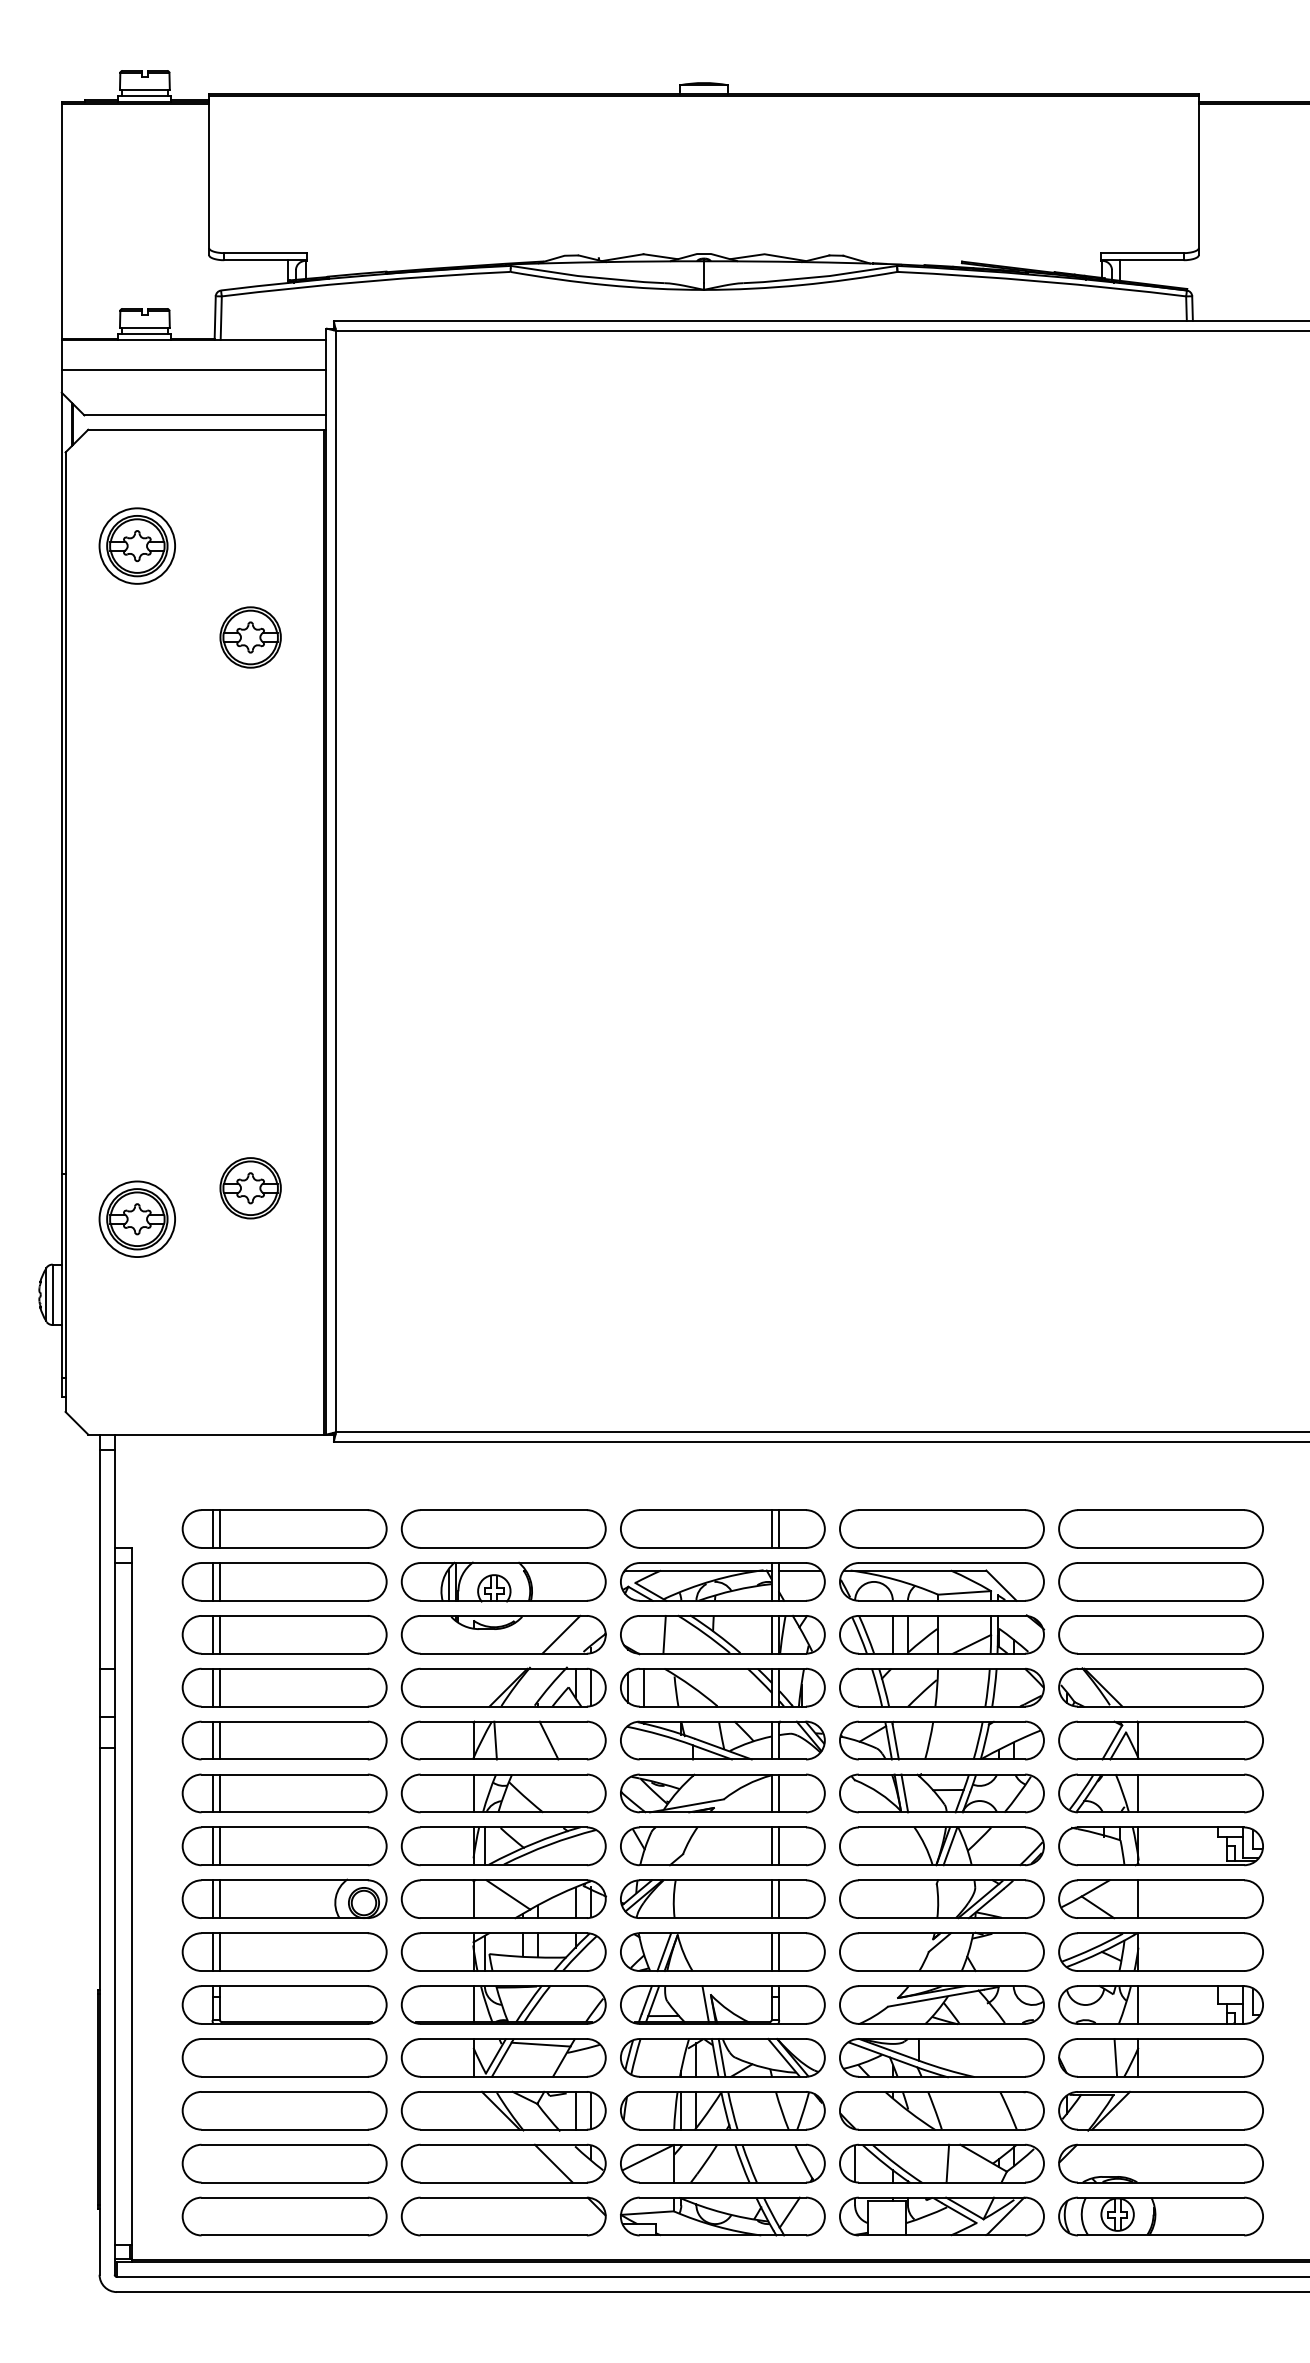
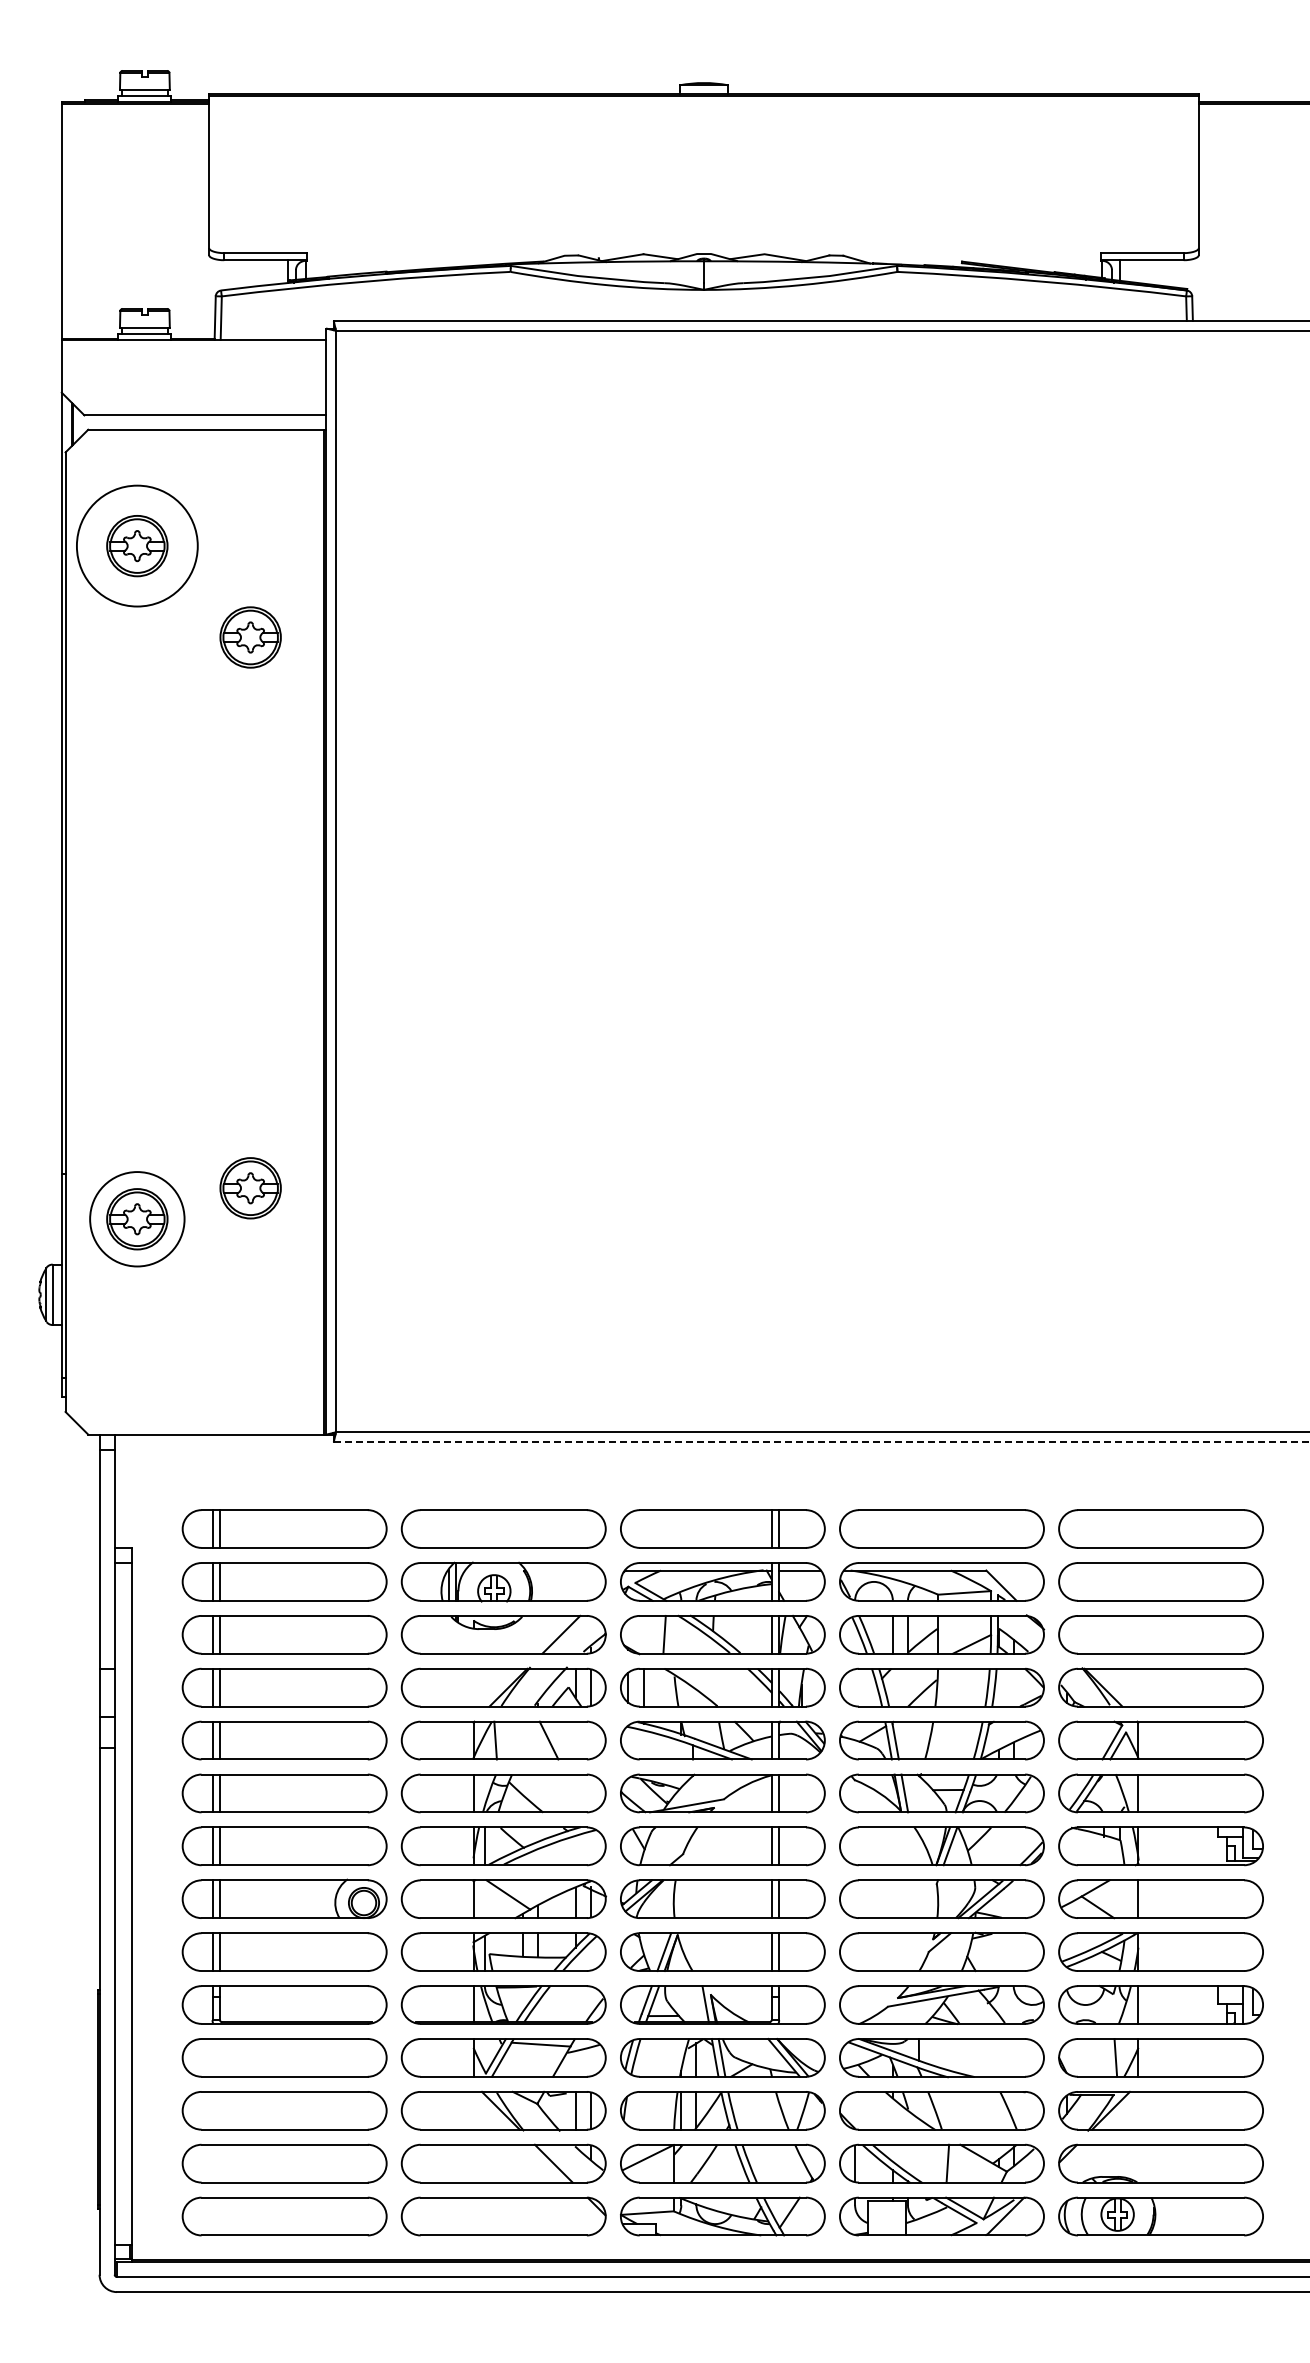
line at (193, 370): present -> none
circle at (137, 545) diameter: 76 px -> 121 px
circle at (137, 1219) diameter: 76 px -> 94 px
line at (821, 1442): solid -> dashed
